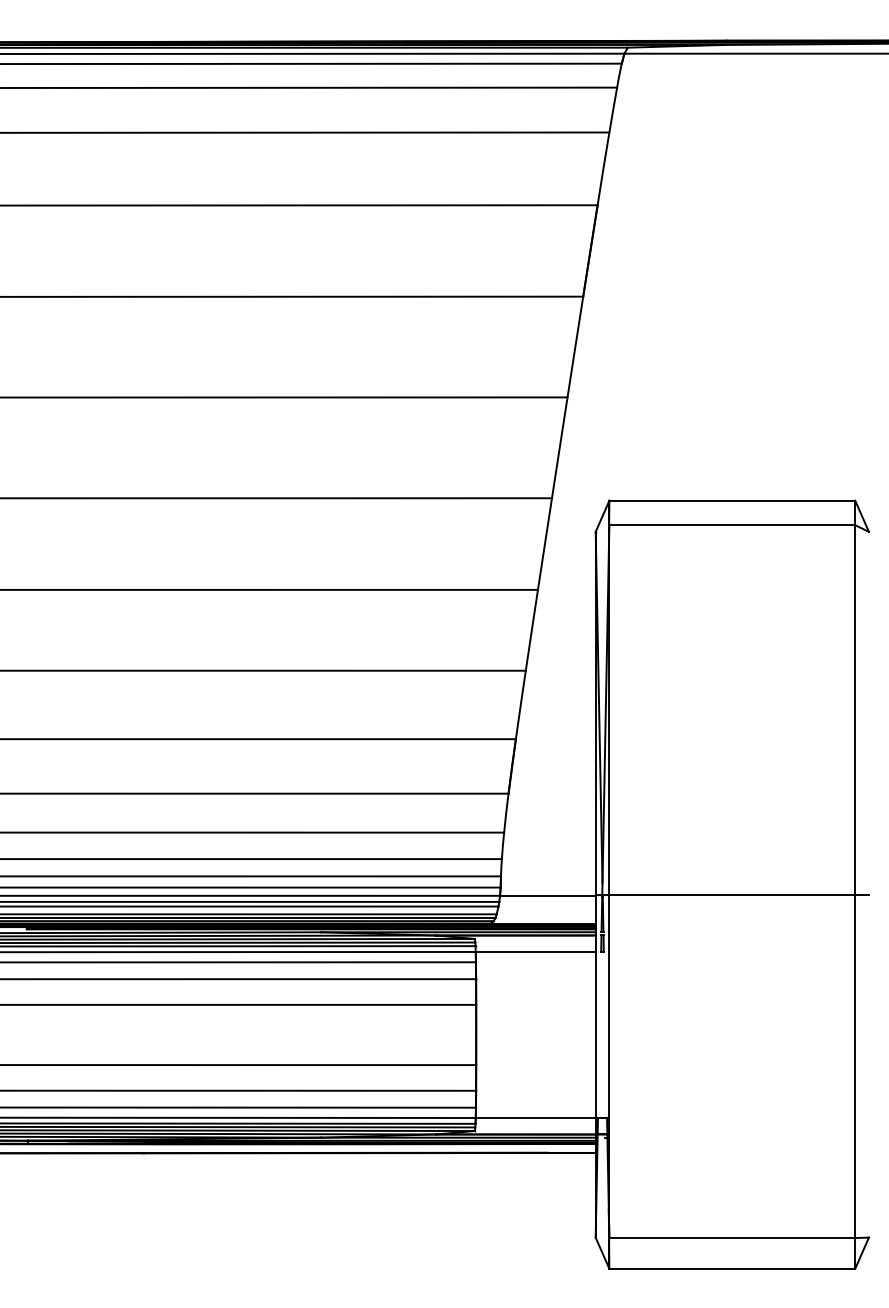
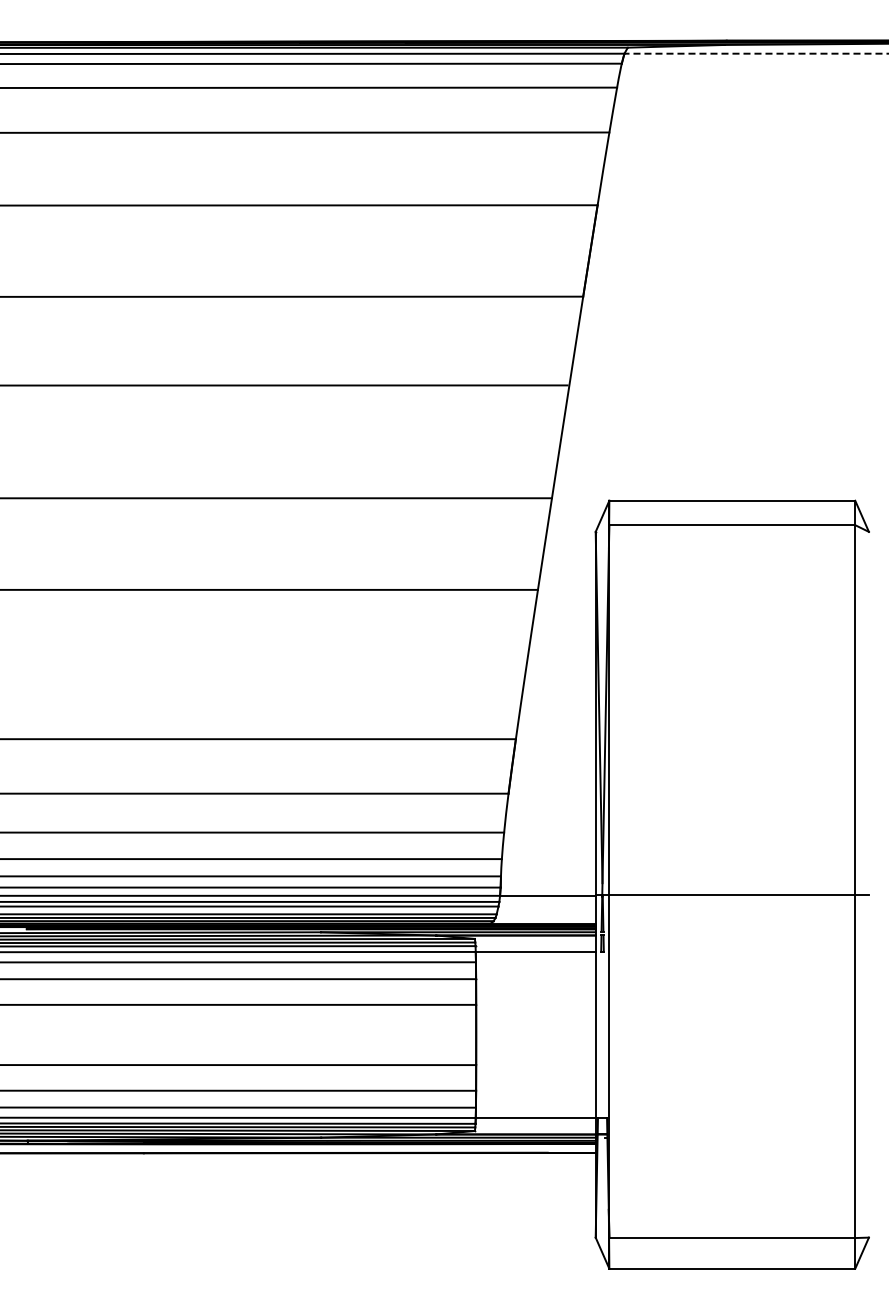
line at (756, 53): solid -> dashed
line at (284, 397) position: (284, 397) -> (284, 385)
line at (263, 670): present -> none
